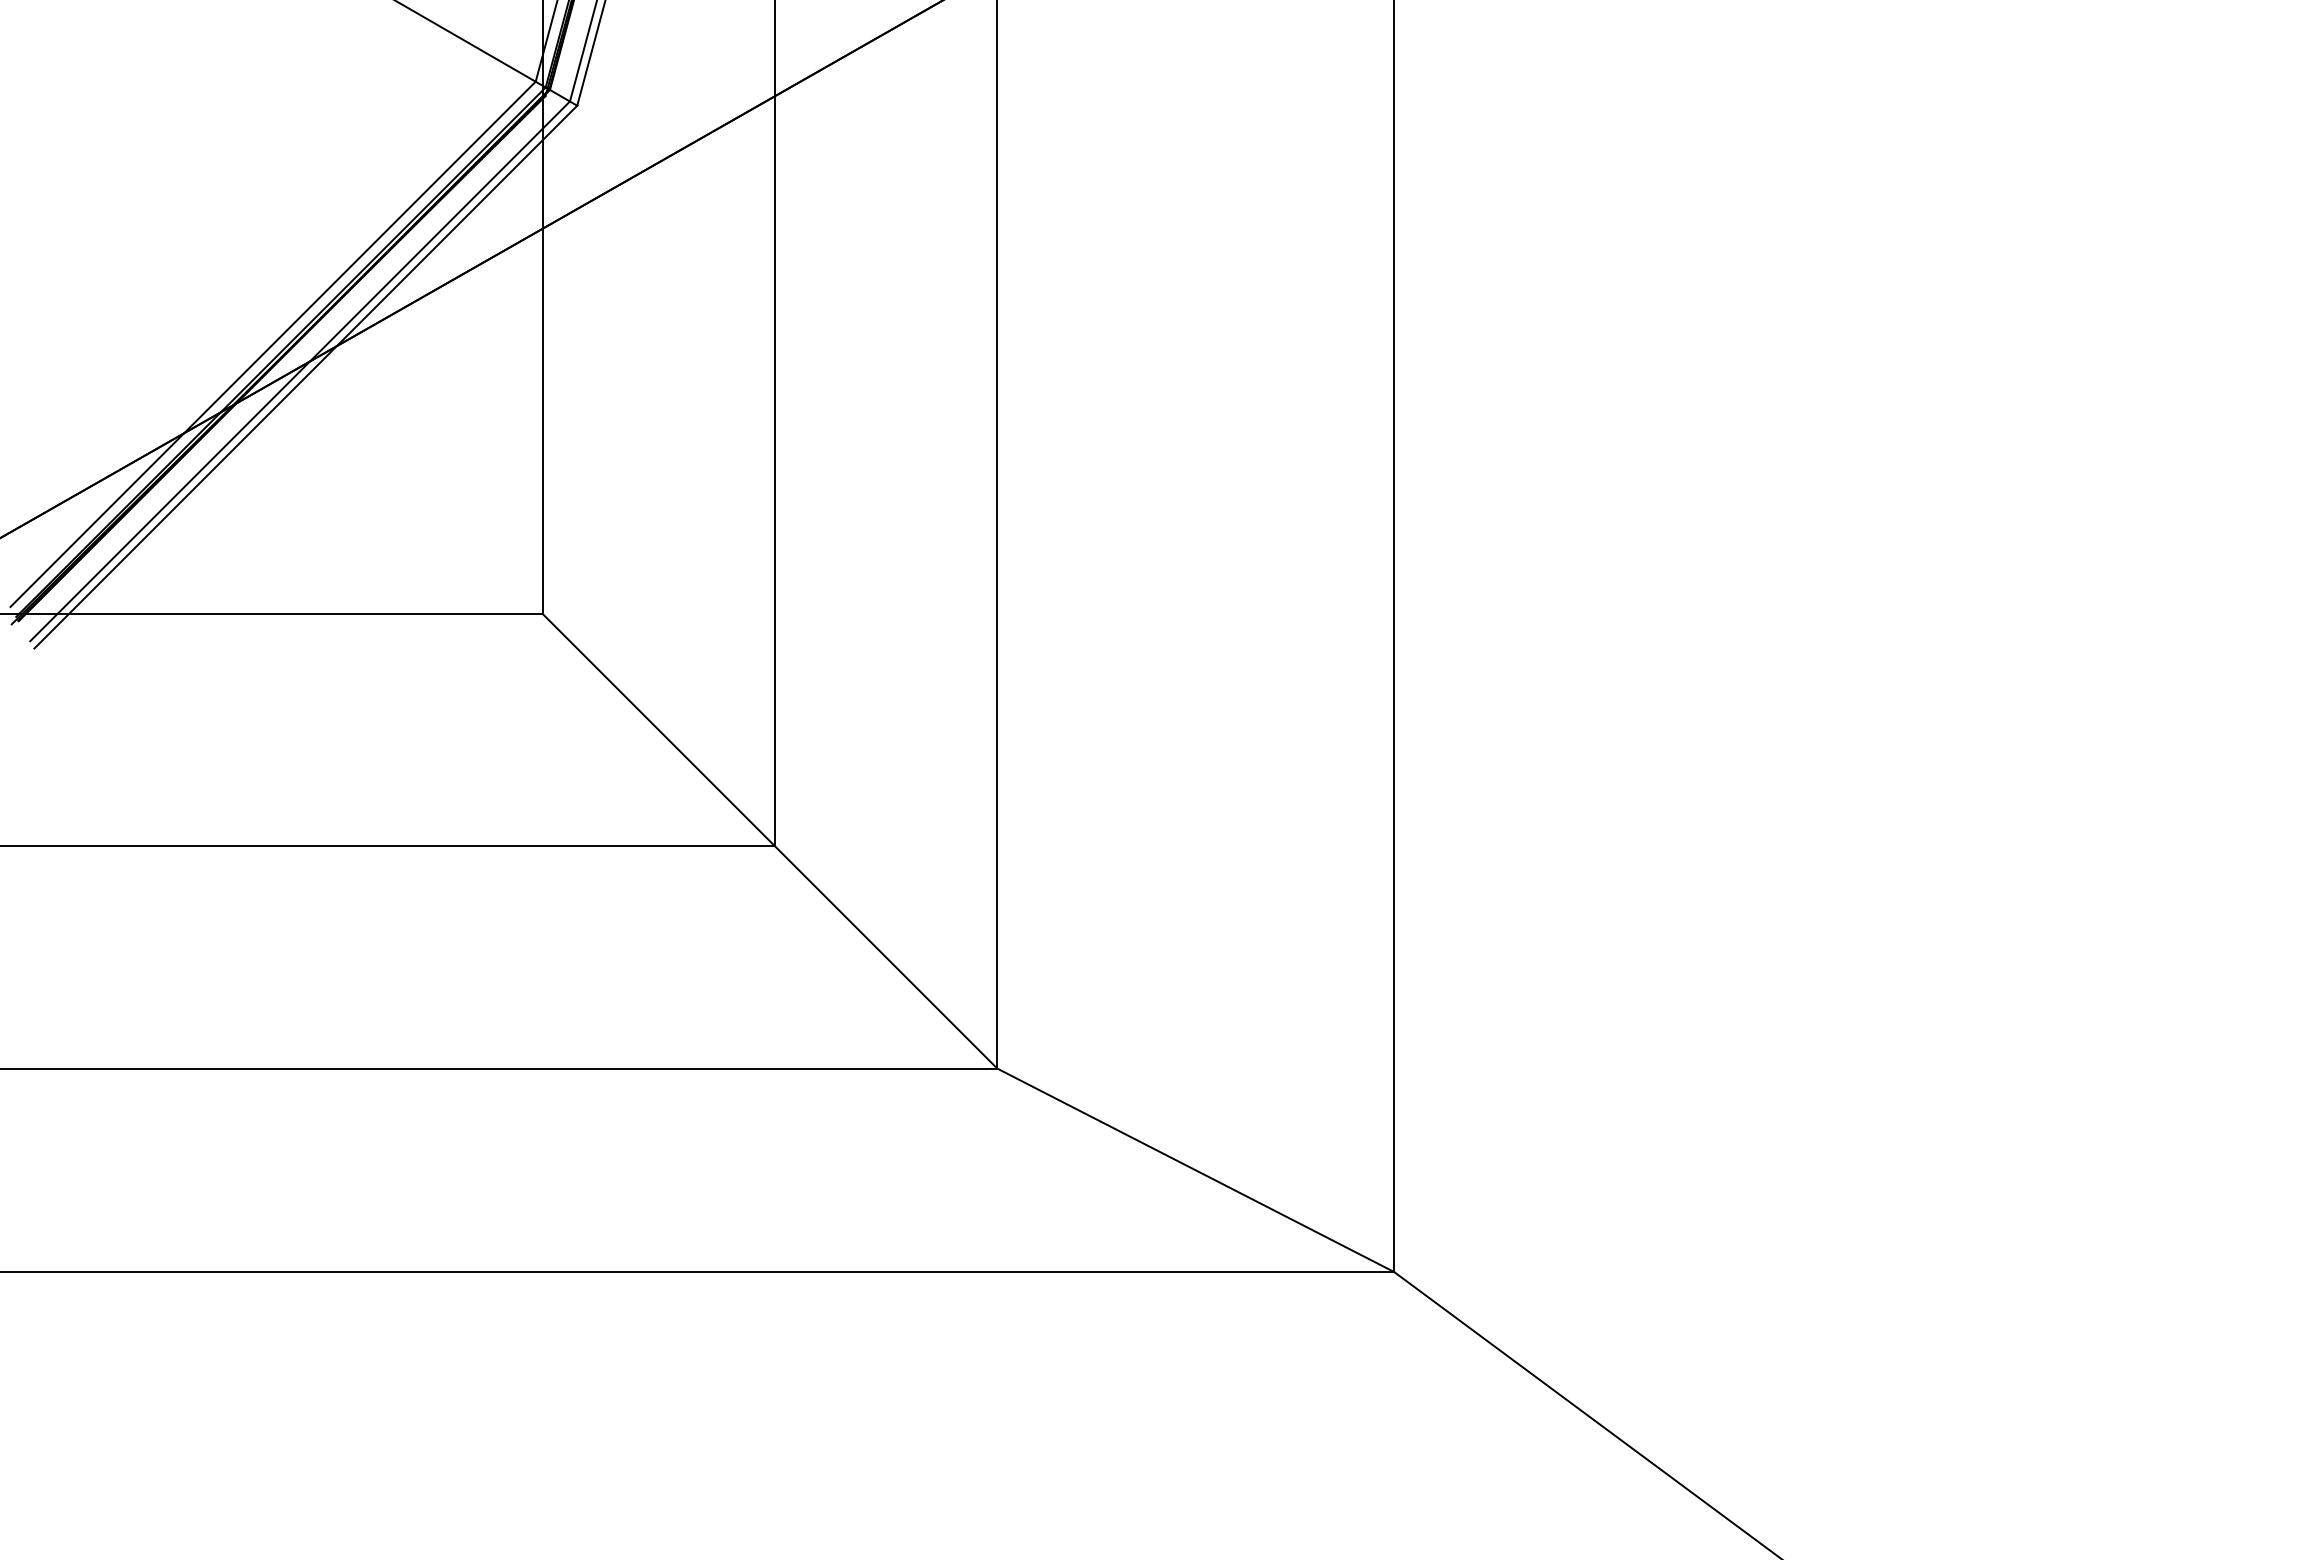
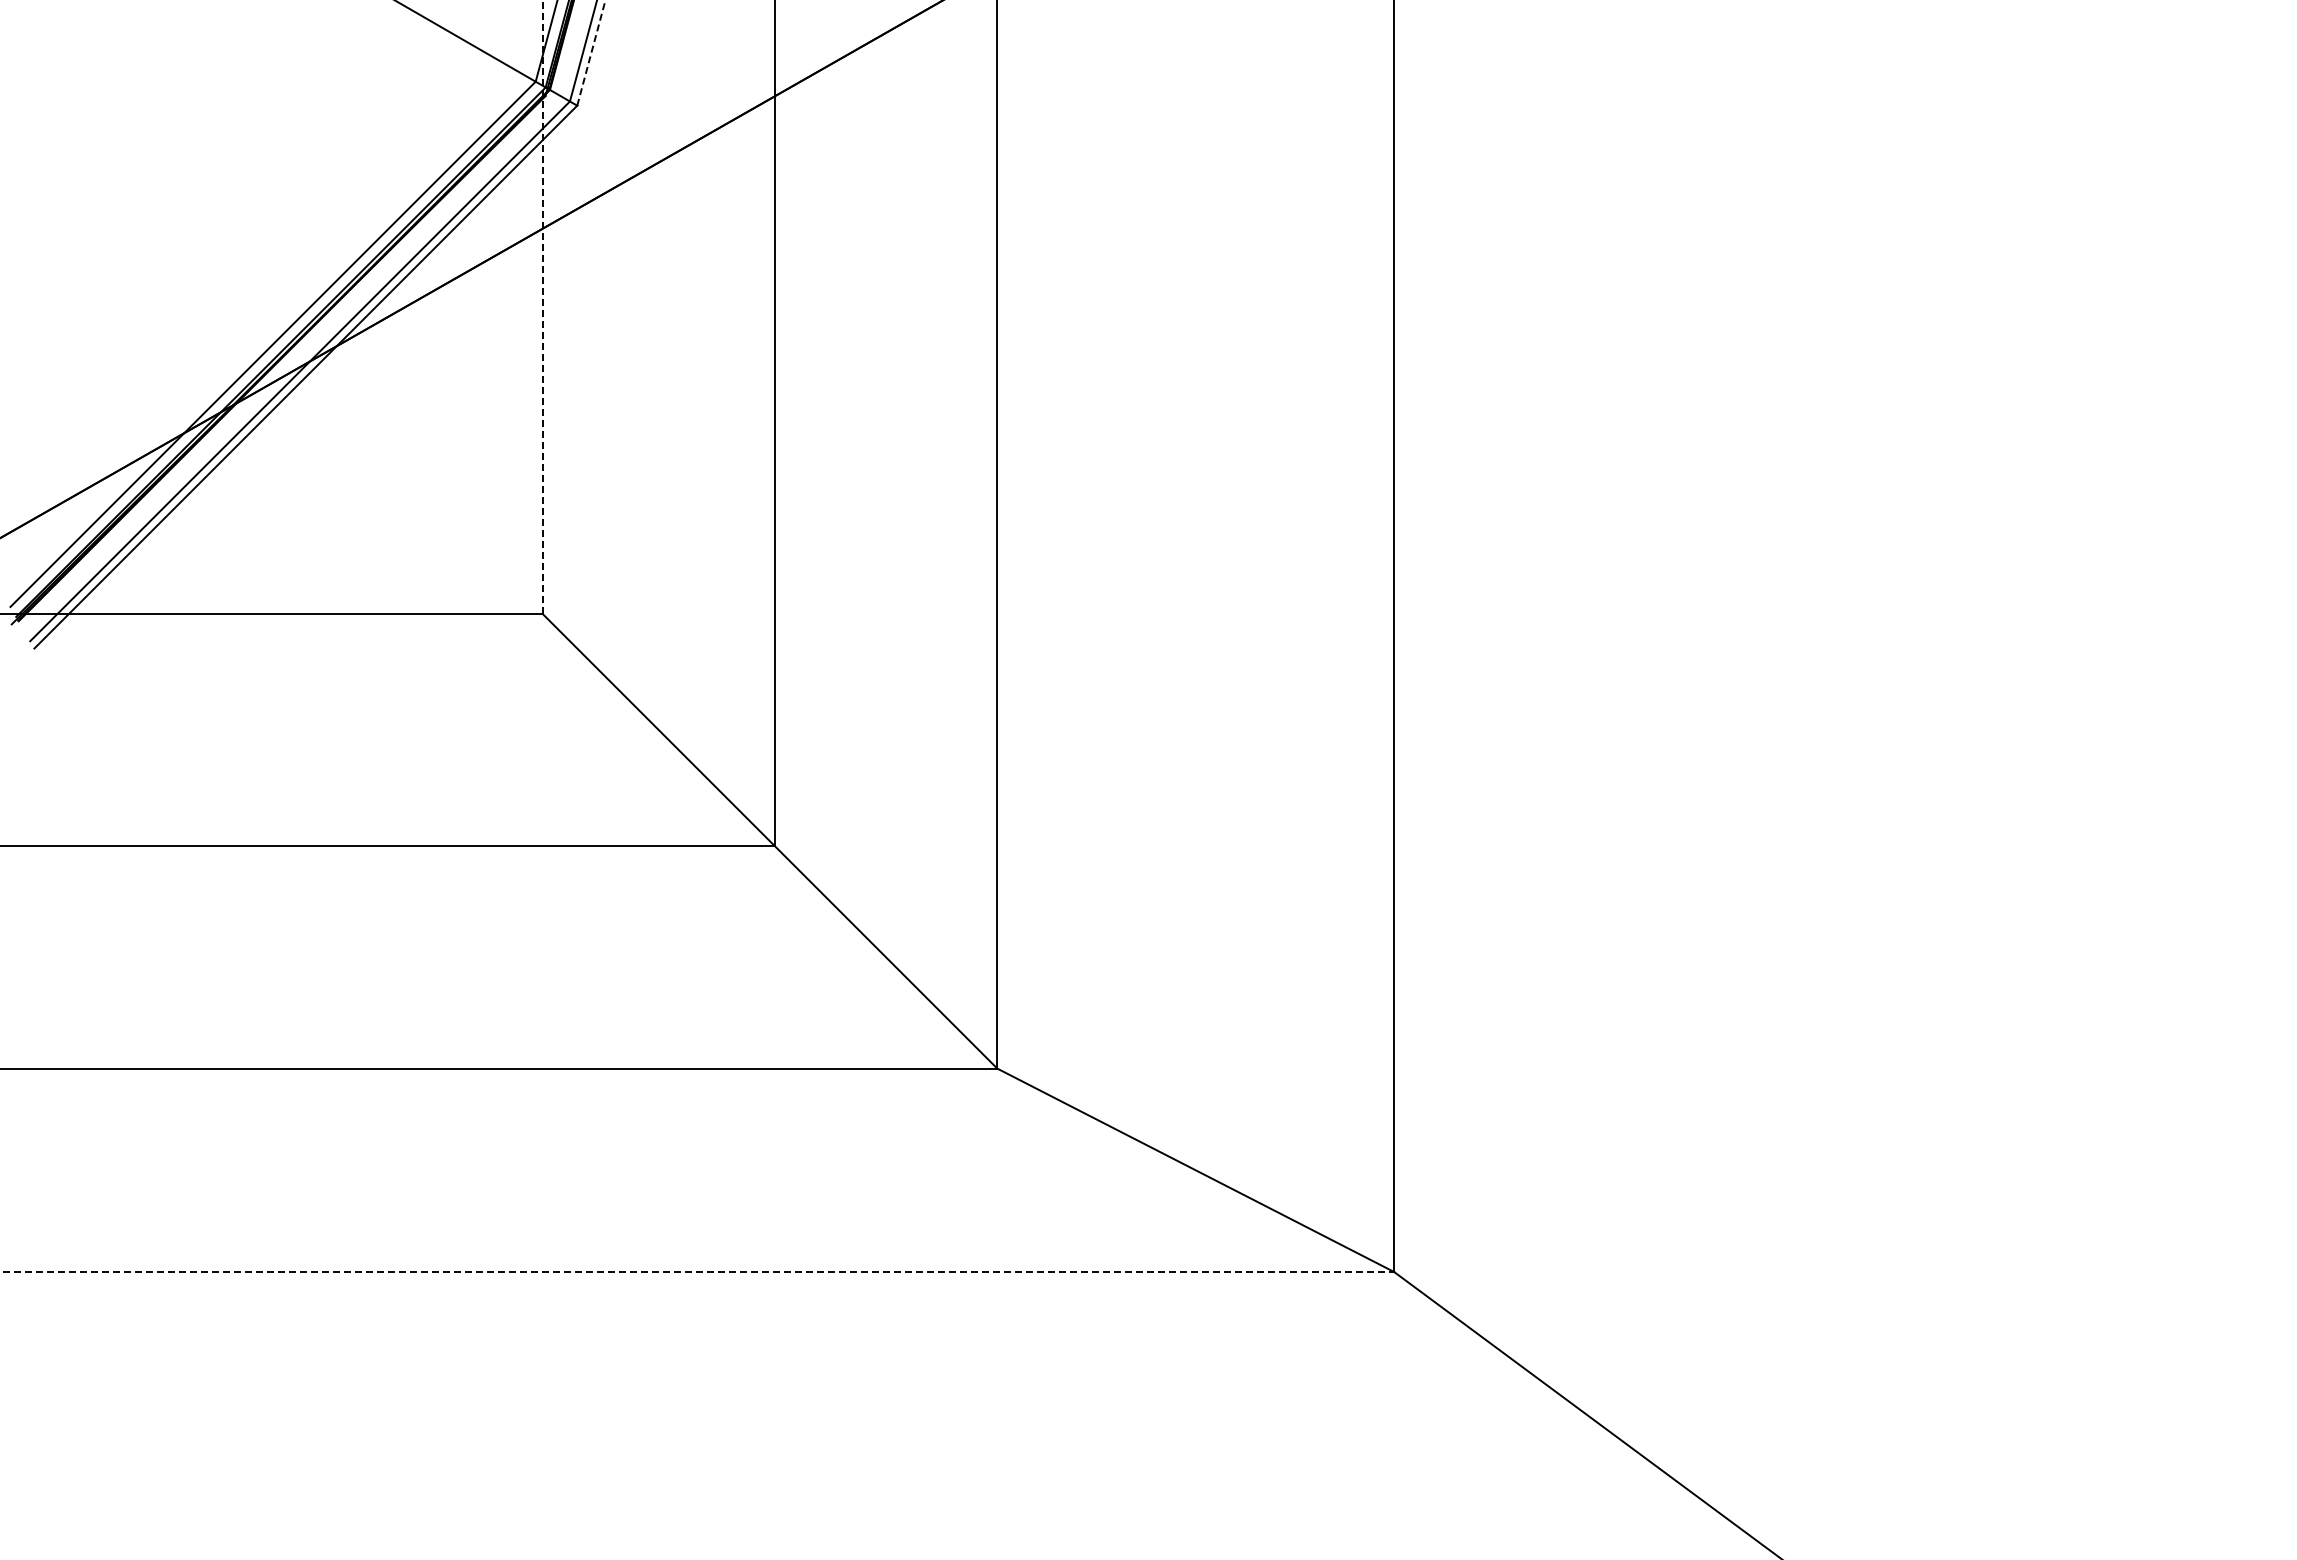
line at (591, 52): solid -> dashed
line at (542, 306): solid -> dashed
line at (697, 1271): solid -> dashed
